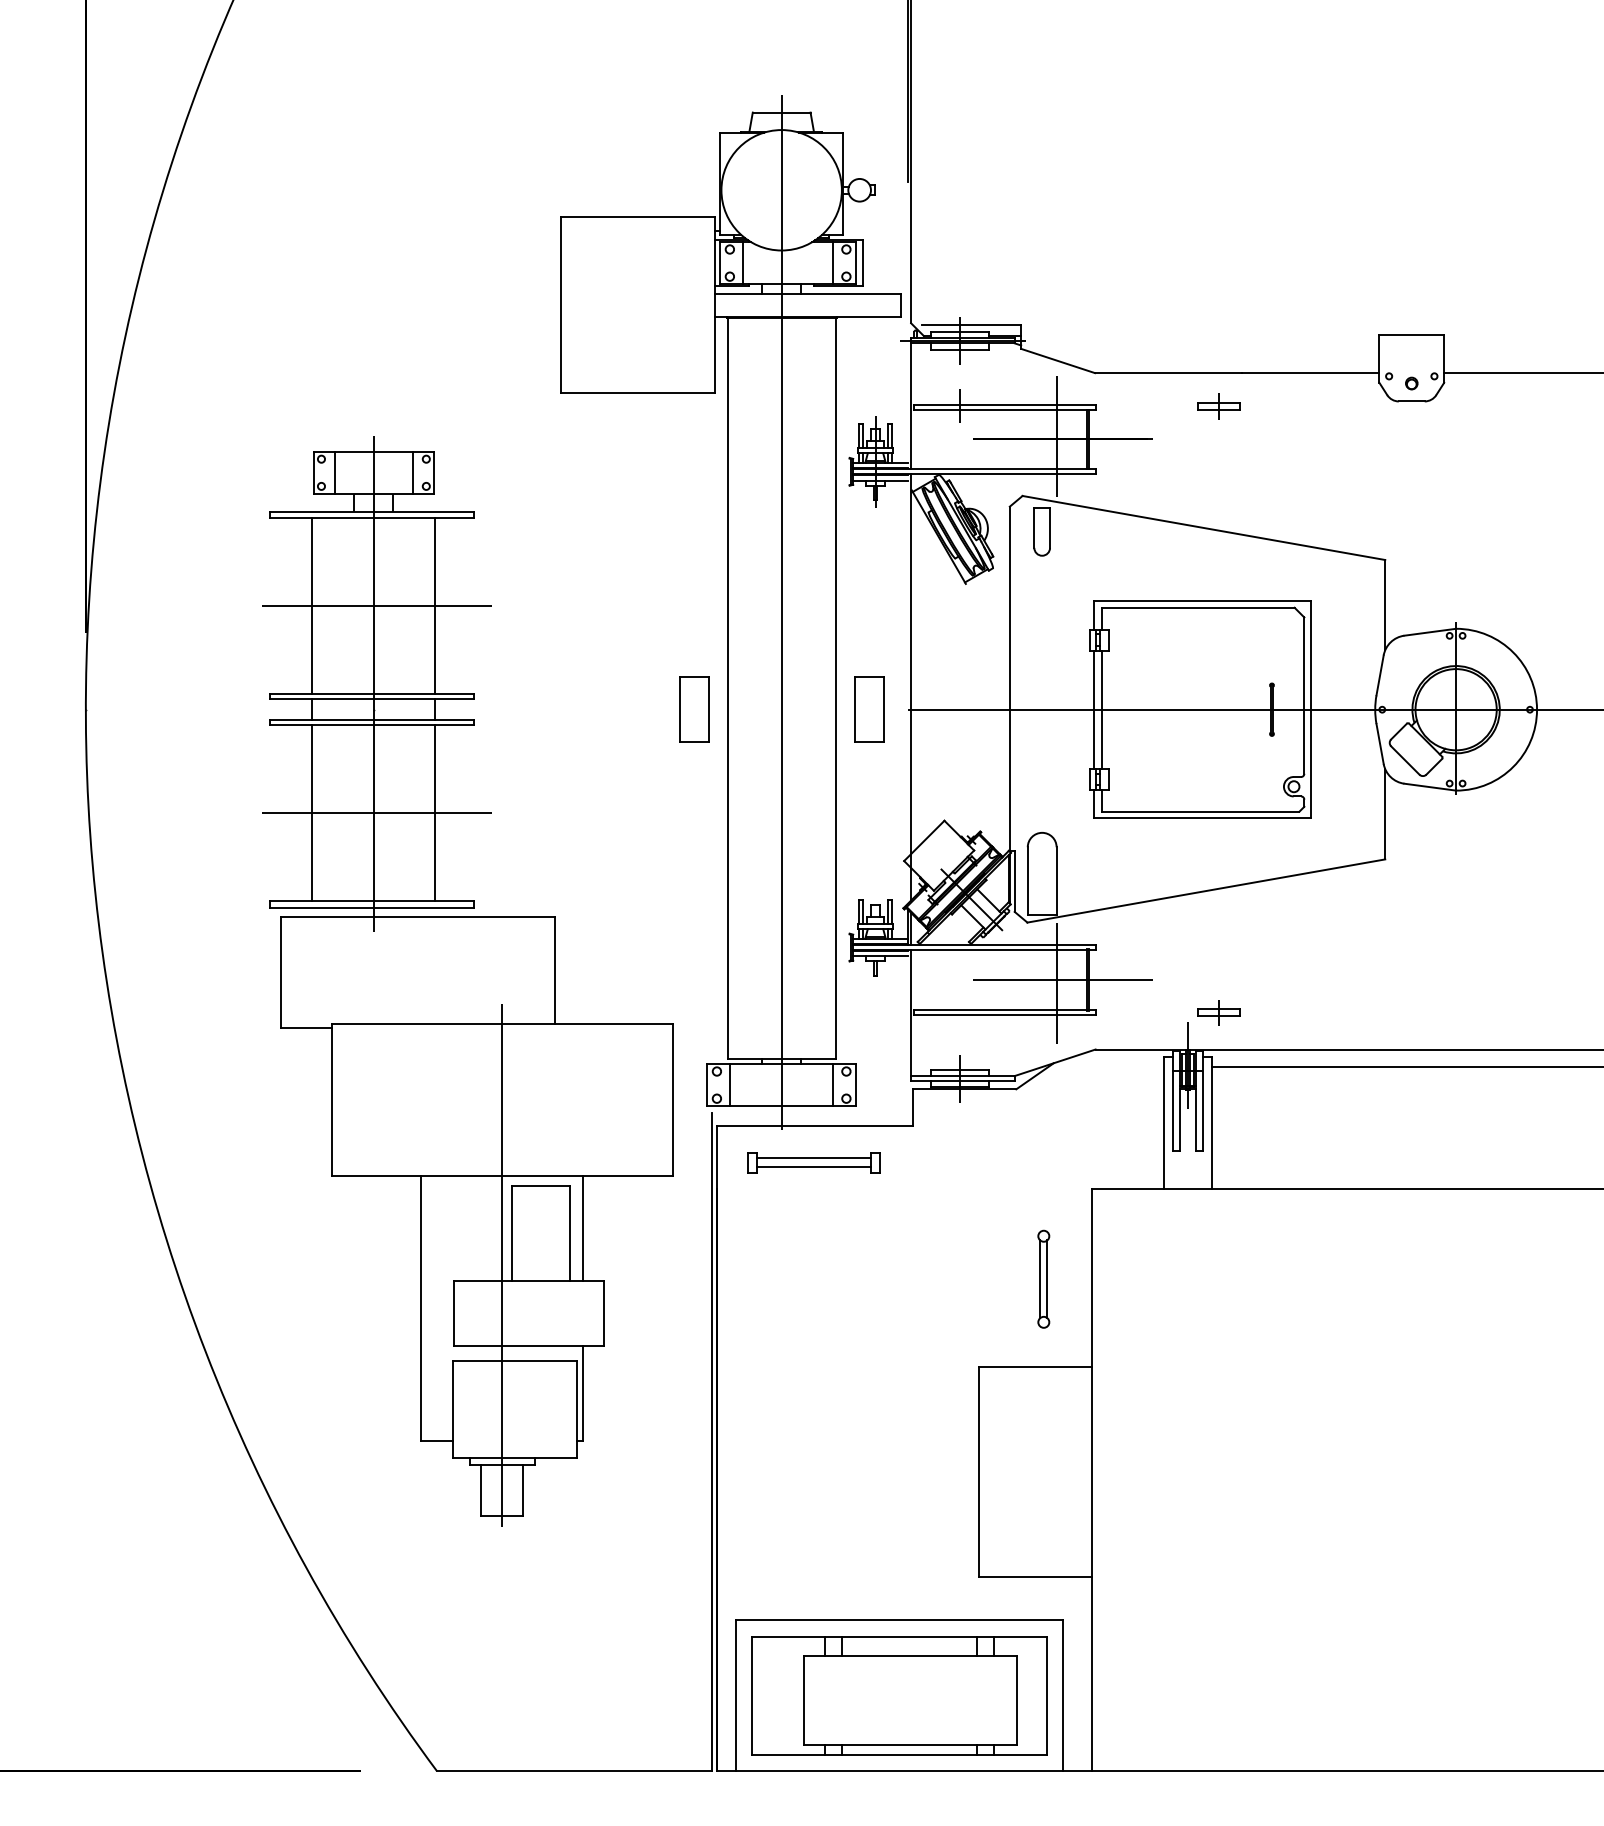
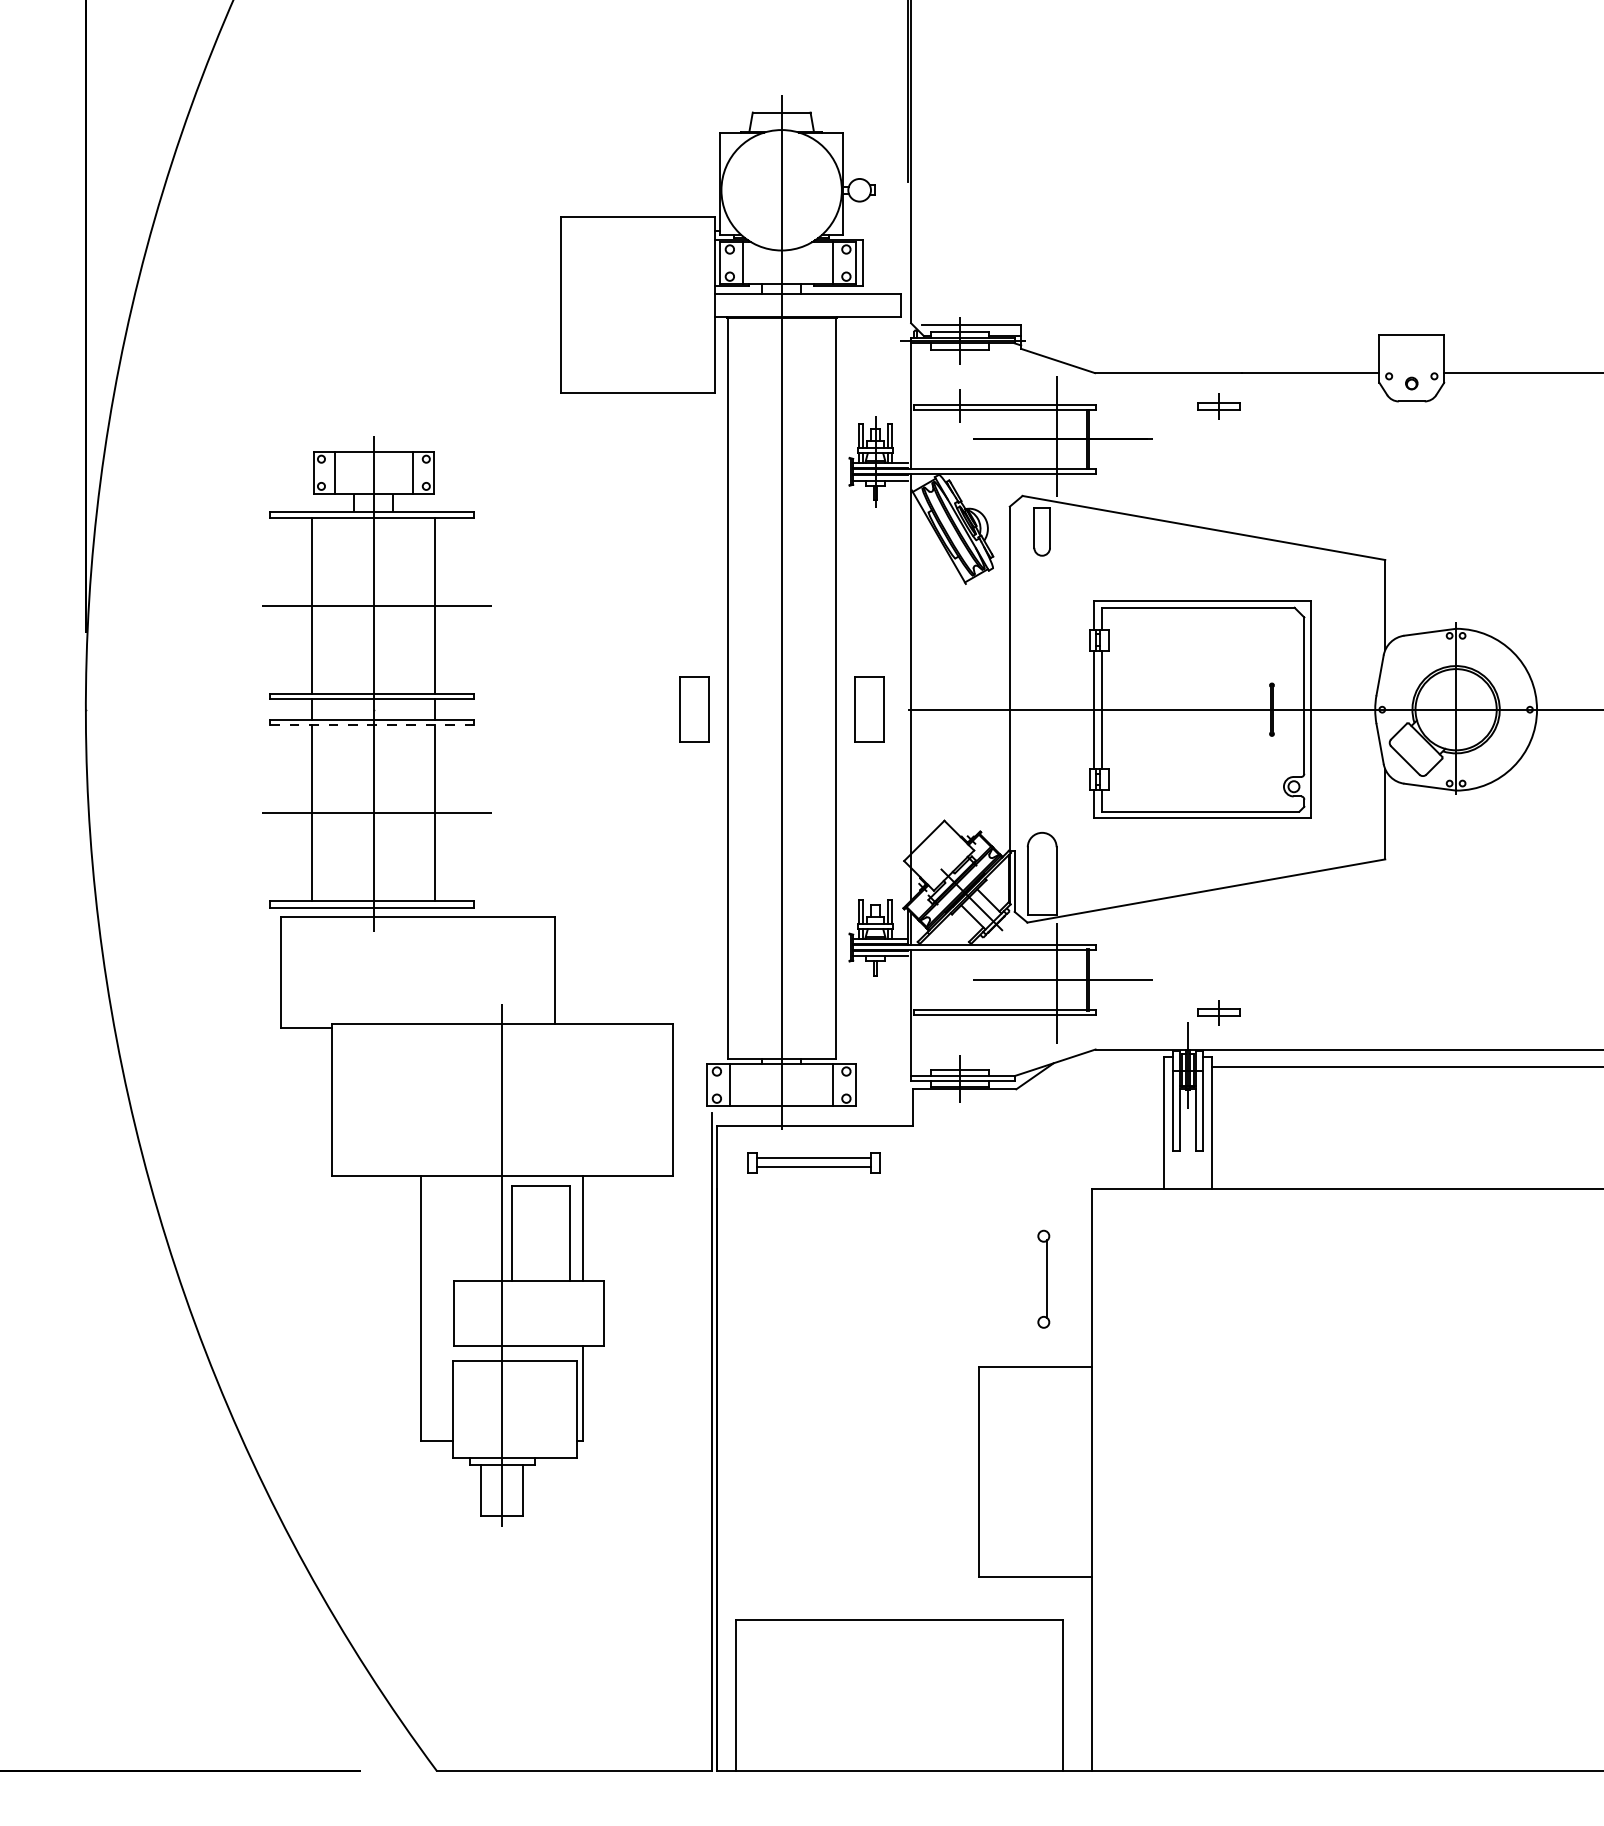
line at (372, 725): solid -> dashed
line at (1040, 1279): present -> none
part at (899, 1695): present -> none
